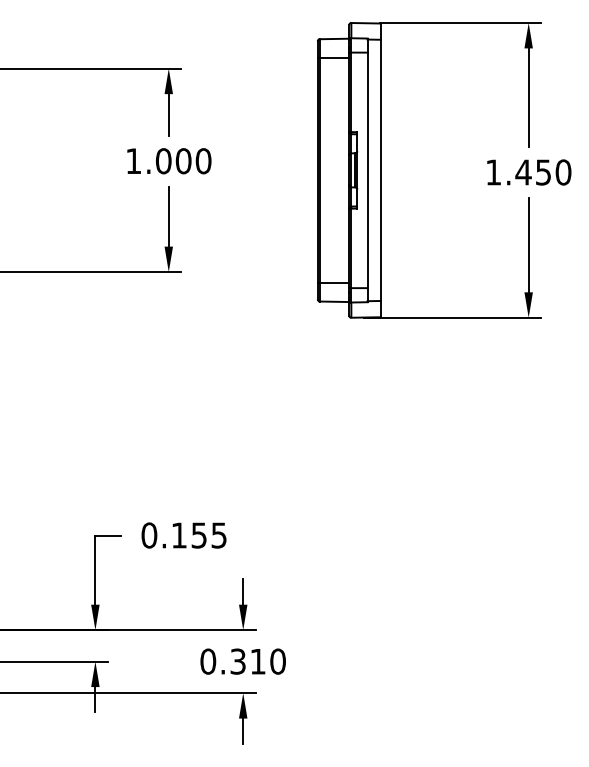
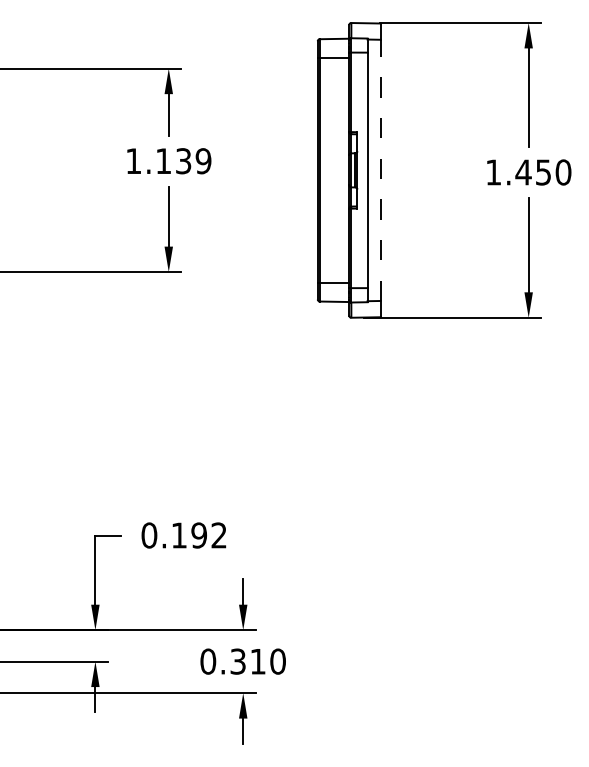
text at (183, 161): 1.000 -> 1.139
line at (380, 170): solid -> dashed
text at (208, 535): 0.155 -> 0.192
